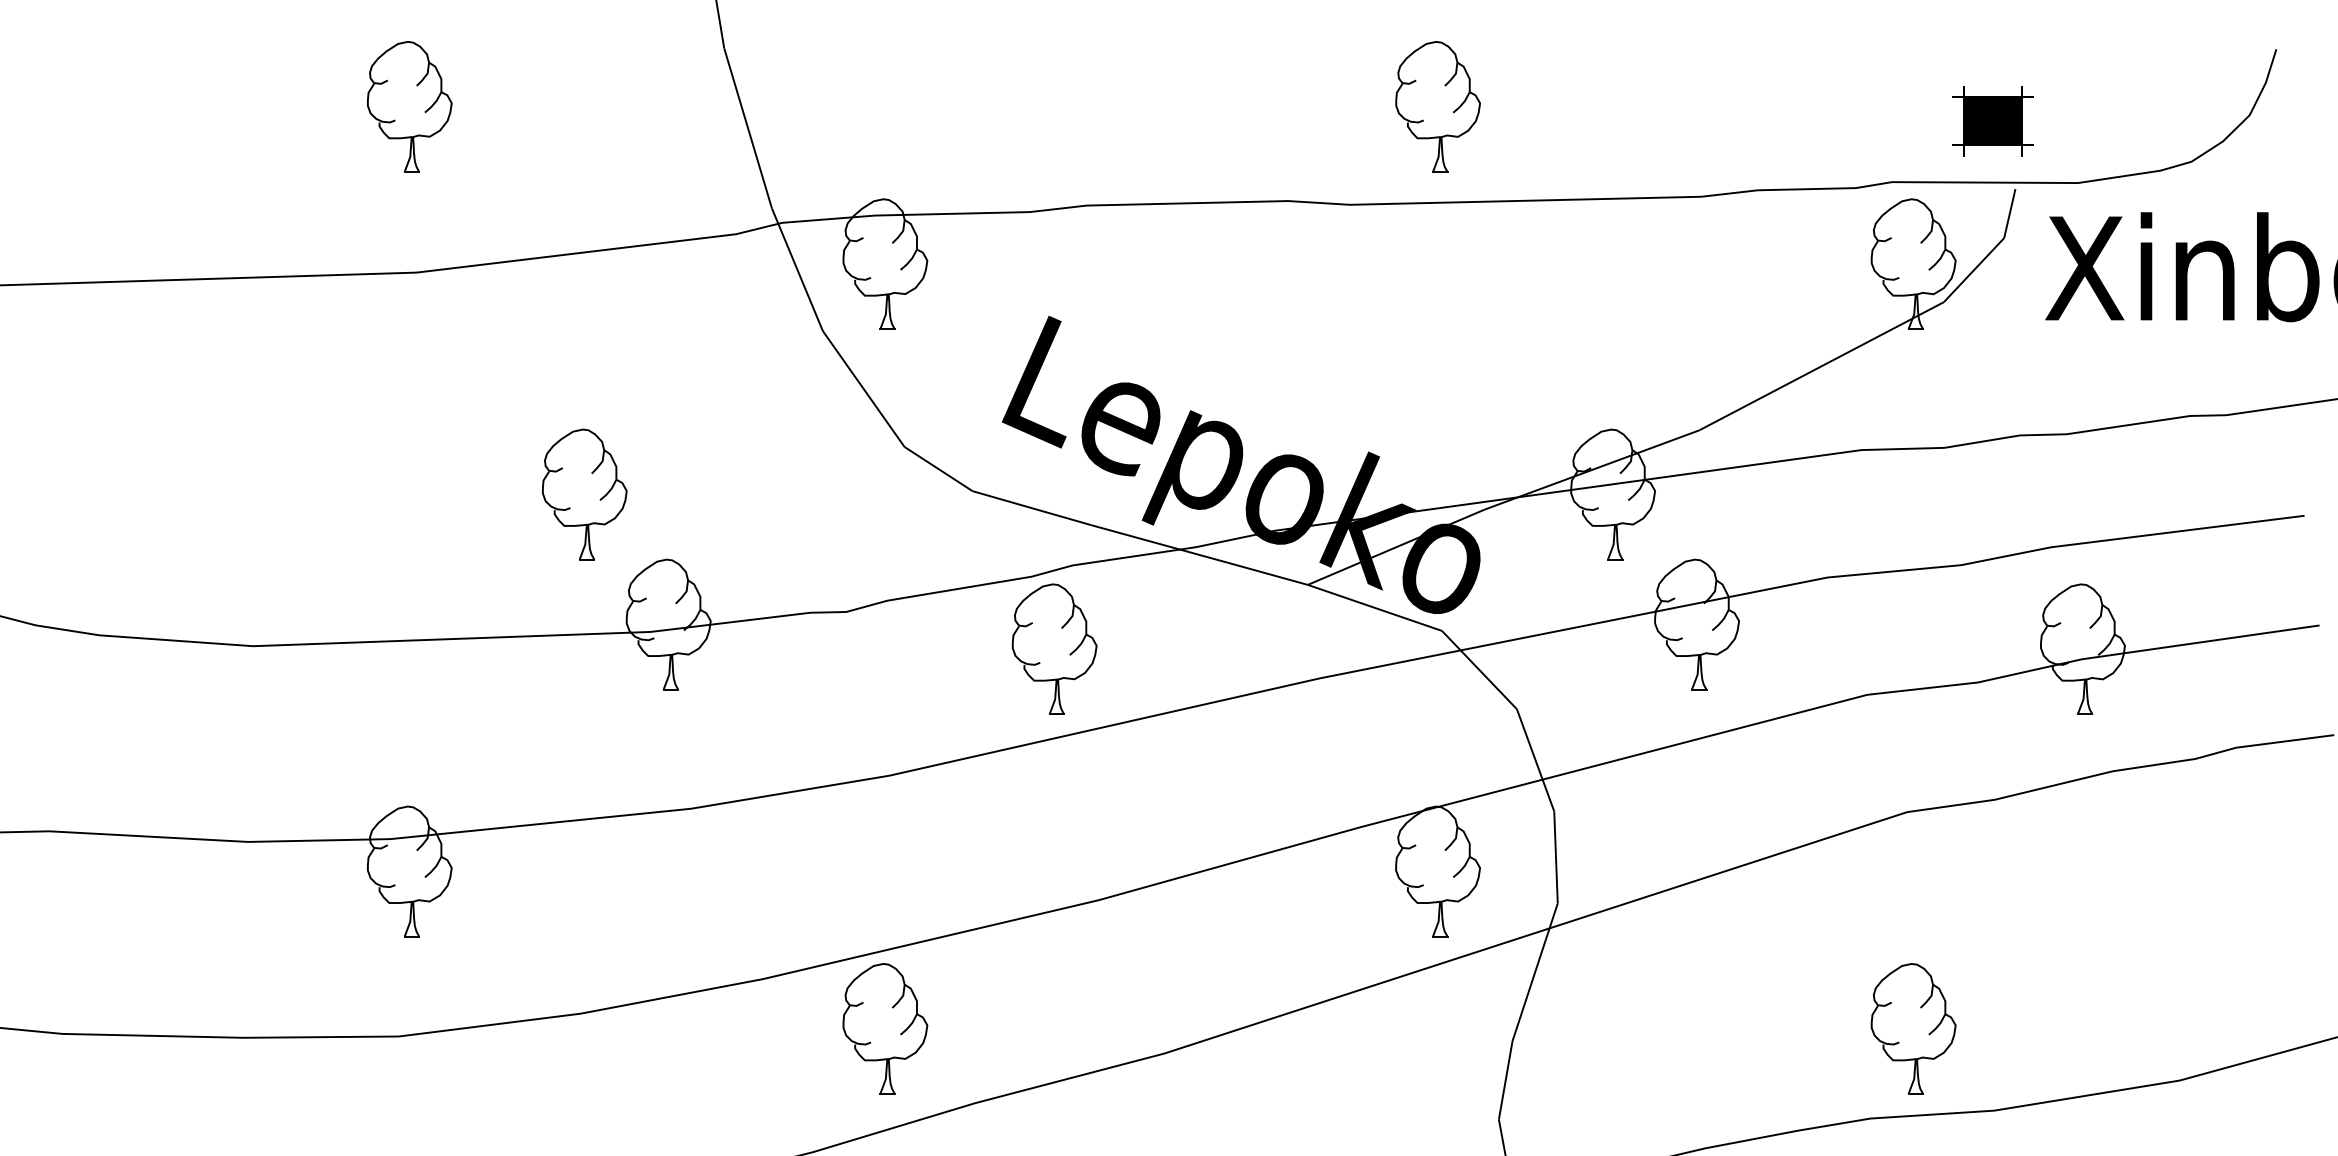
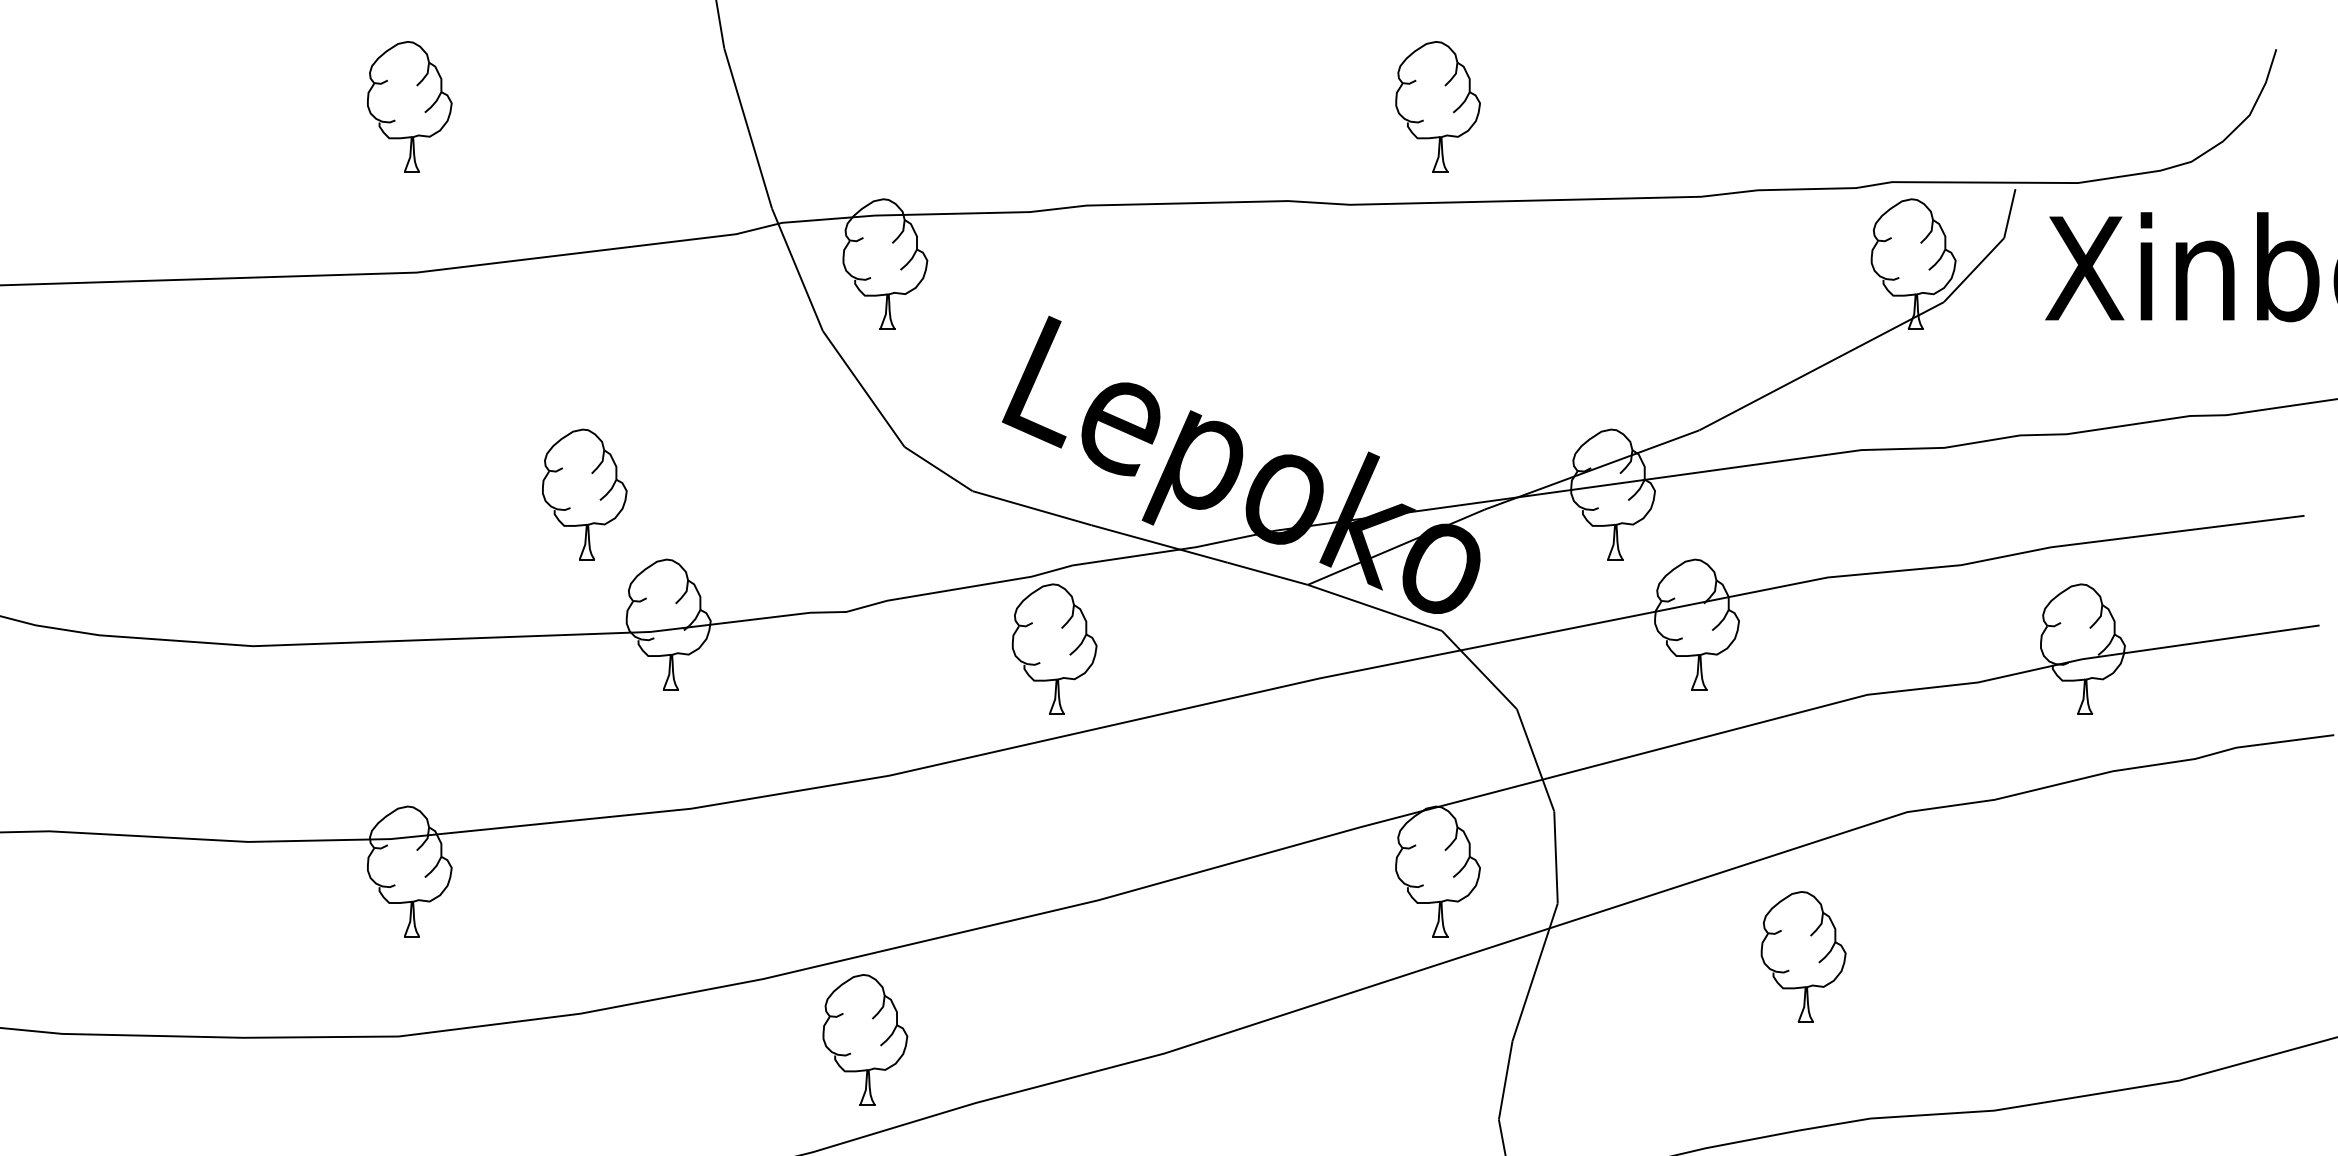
part at (1992, 121): present -> none
part at (885, 1028) position: (885, 1028) -> (865, 1039)
part at (1913, 1028) position: (1913, 1028) -> (1803, 956)
